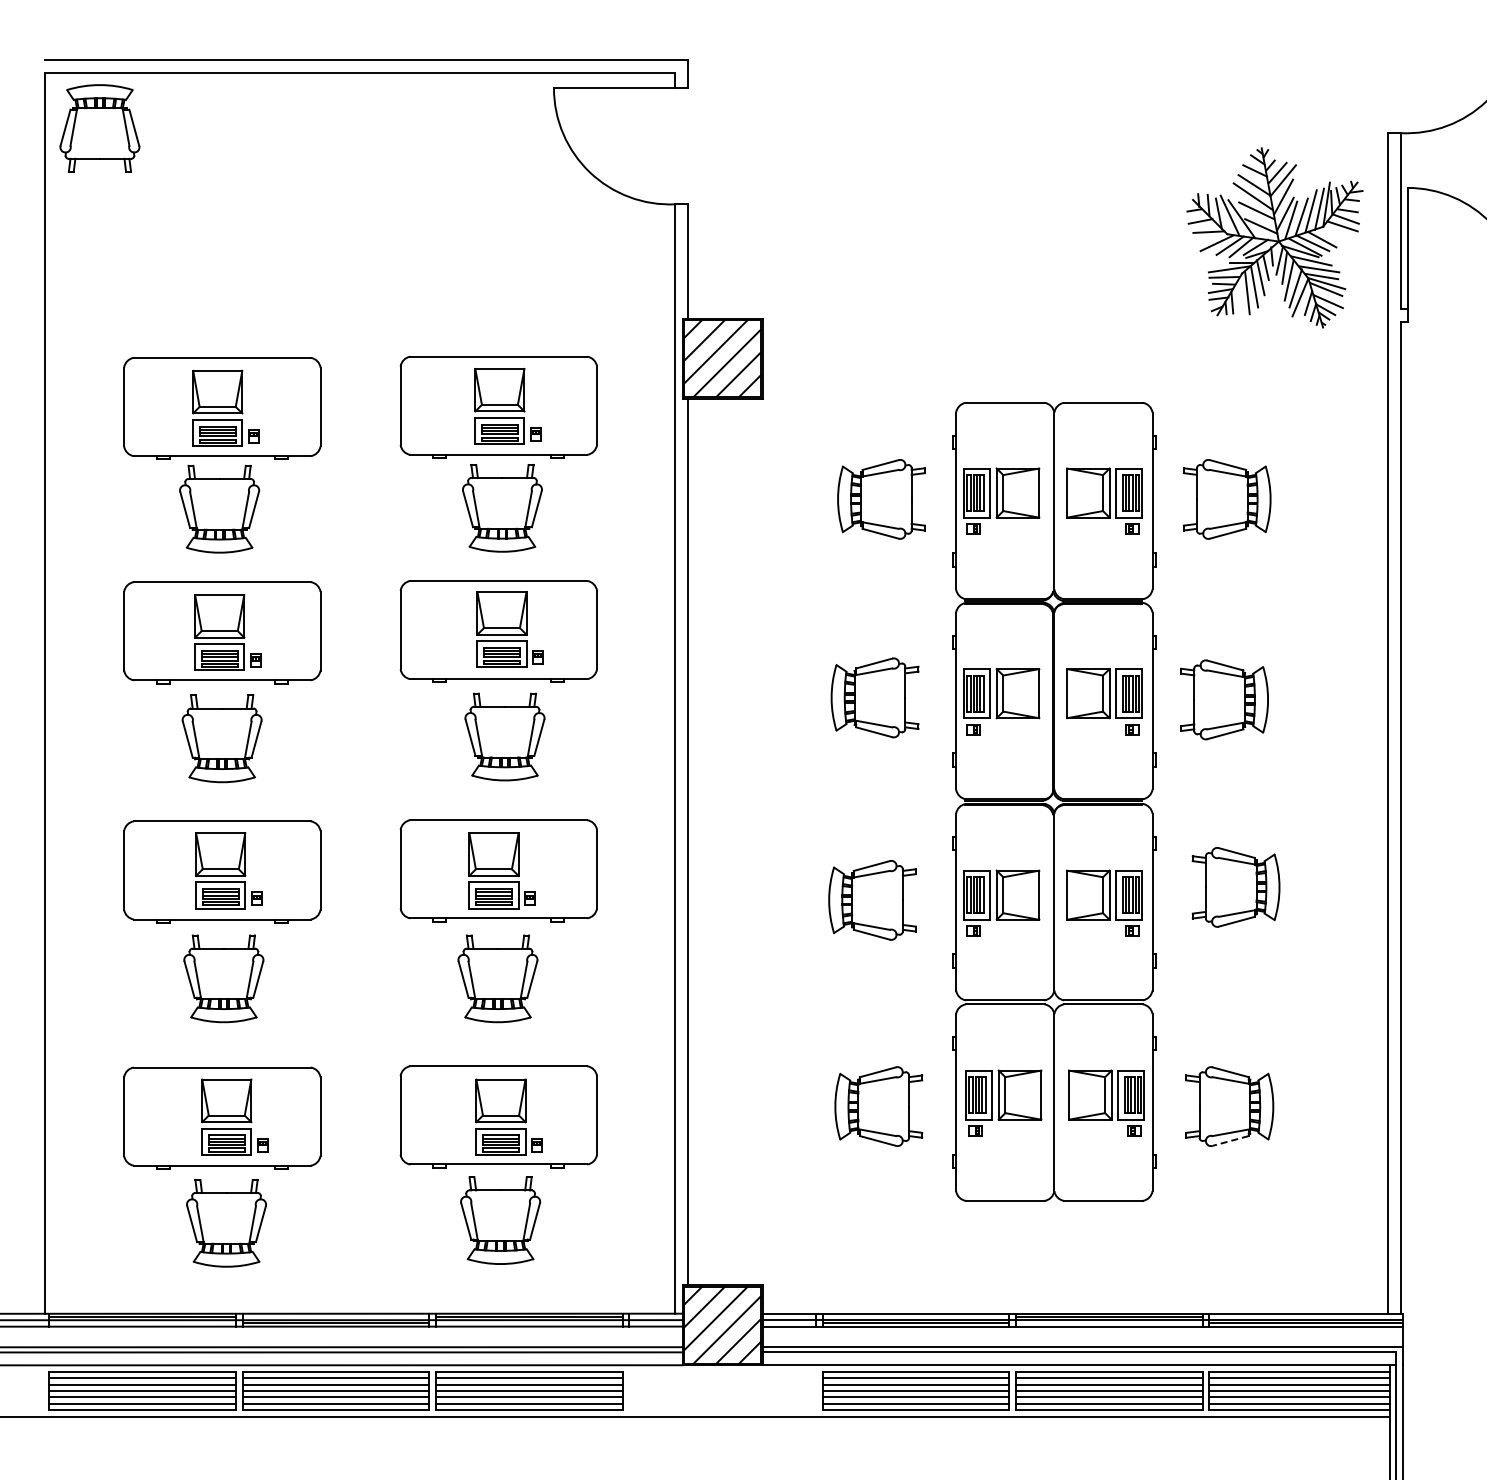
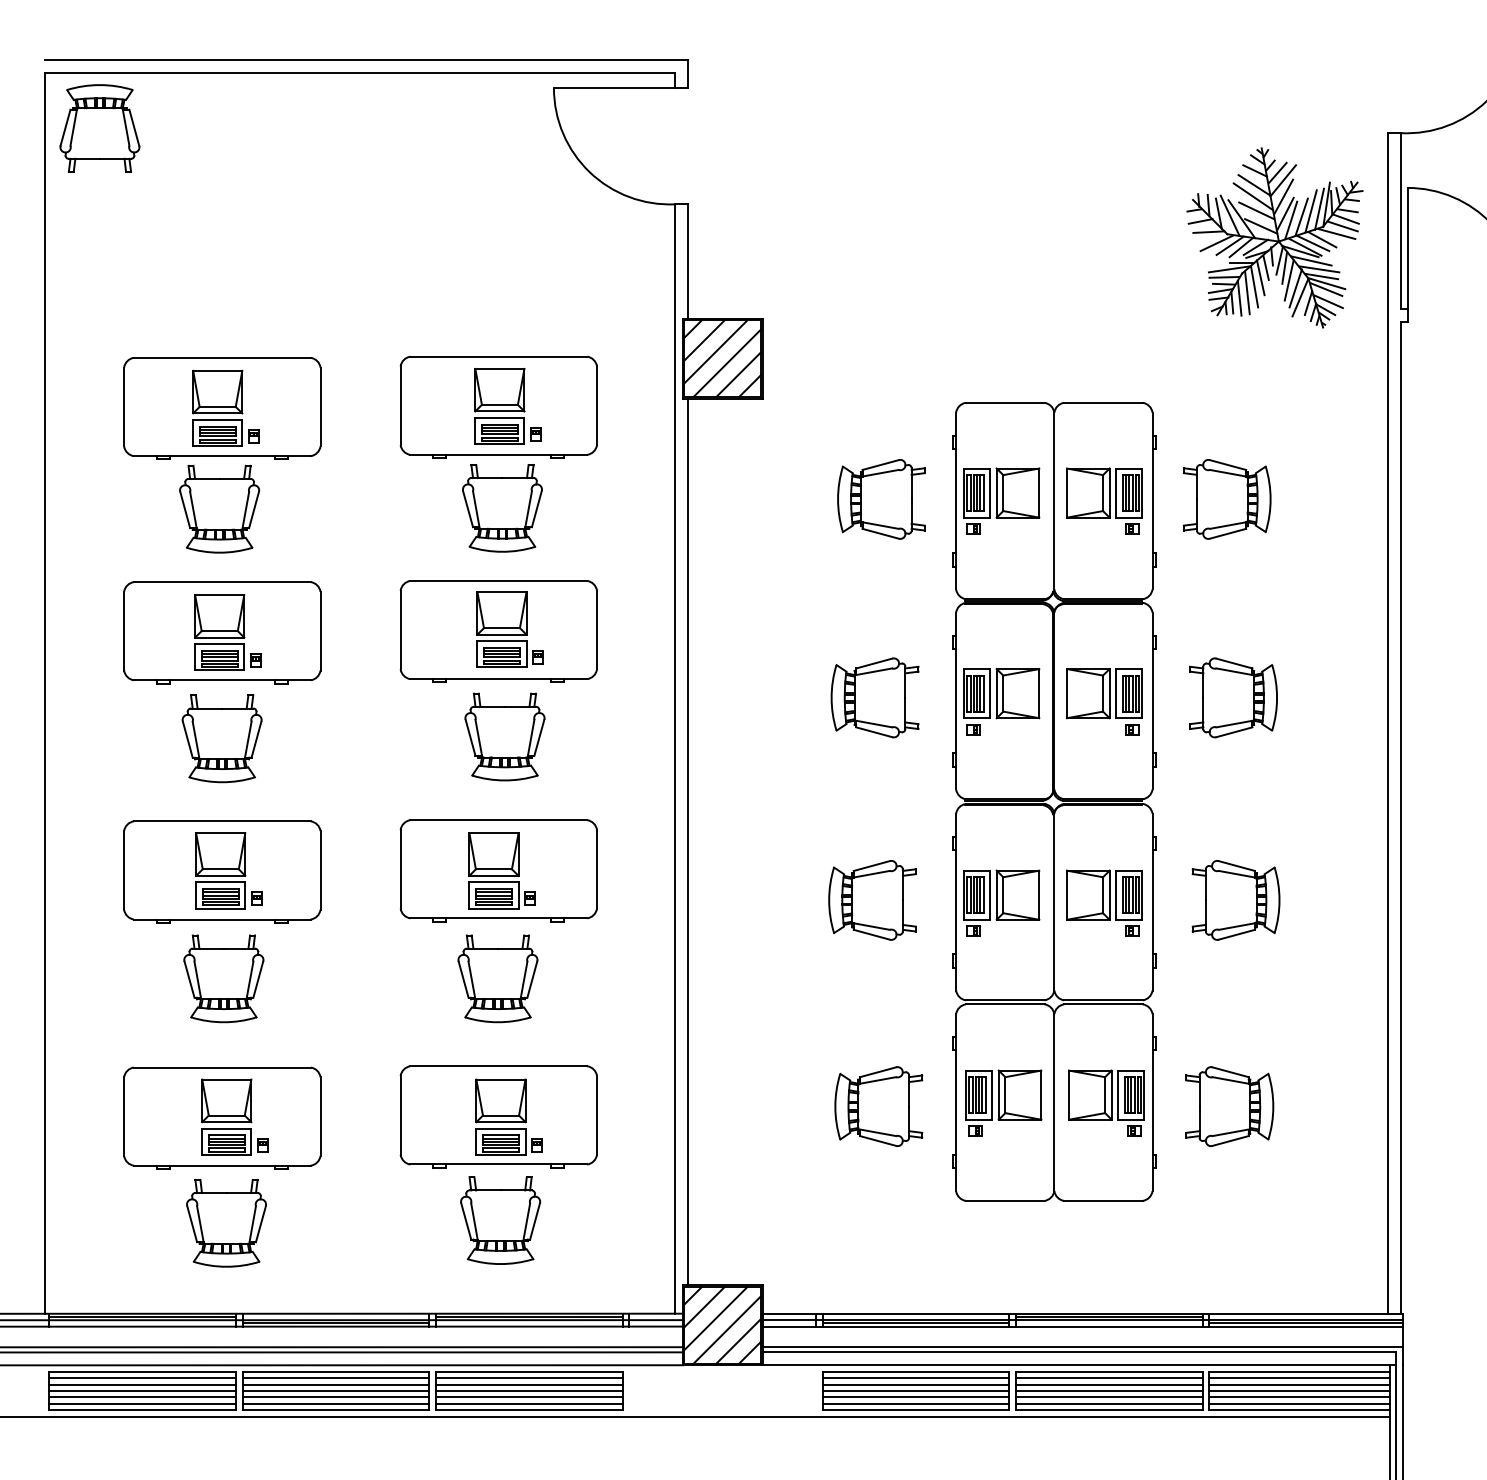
line at (1336, 233): none -> present
line at (1239, 297): none -> present
part at (1224, 699) position: (1224, 699) -> (1233, 697)
part at (1235, 887) position: (1235, 887) -> (1235, 900)
line at (1230, 1140): dashed -> solid
